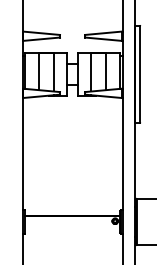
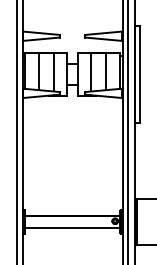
line at (16, 131): none -> present
line at (128, 131): none -> present
line at (72, 228): none -> present
